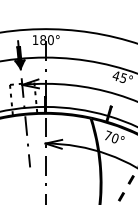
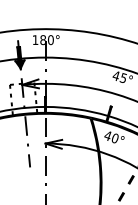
text at (108, 135): 70° -> 40°
